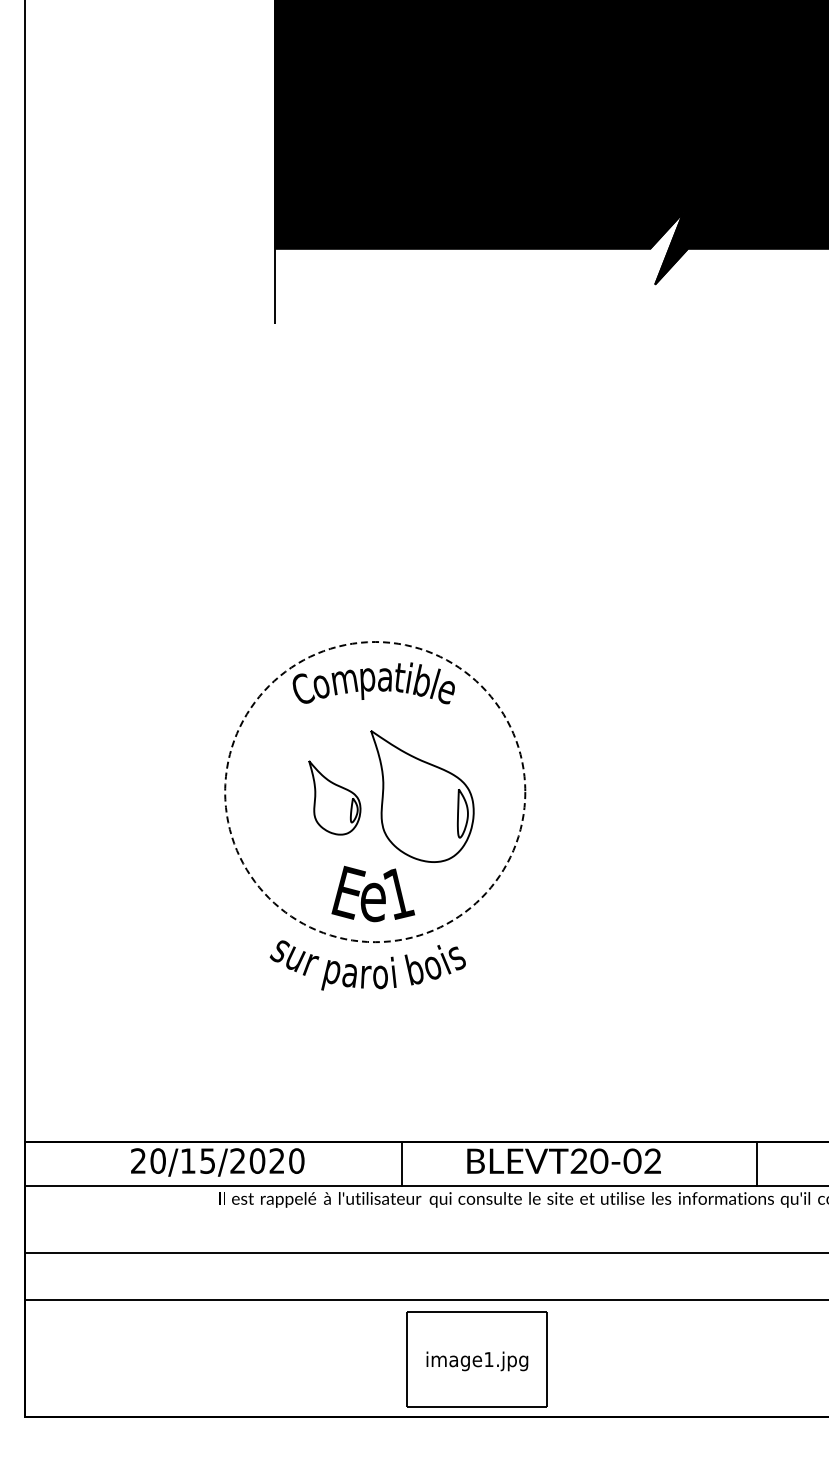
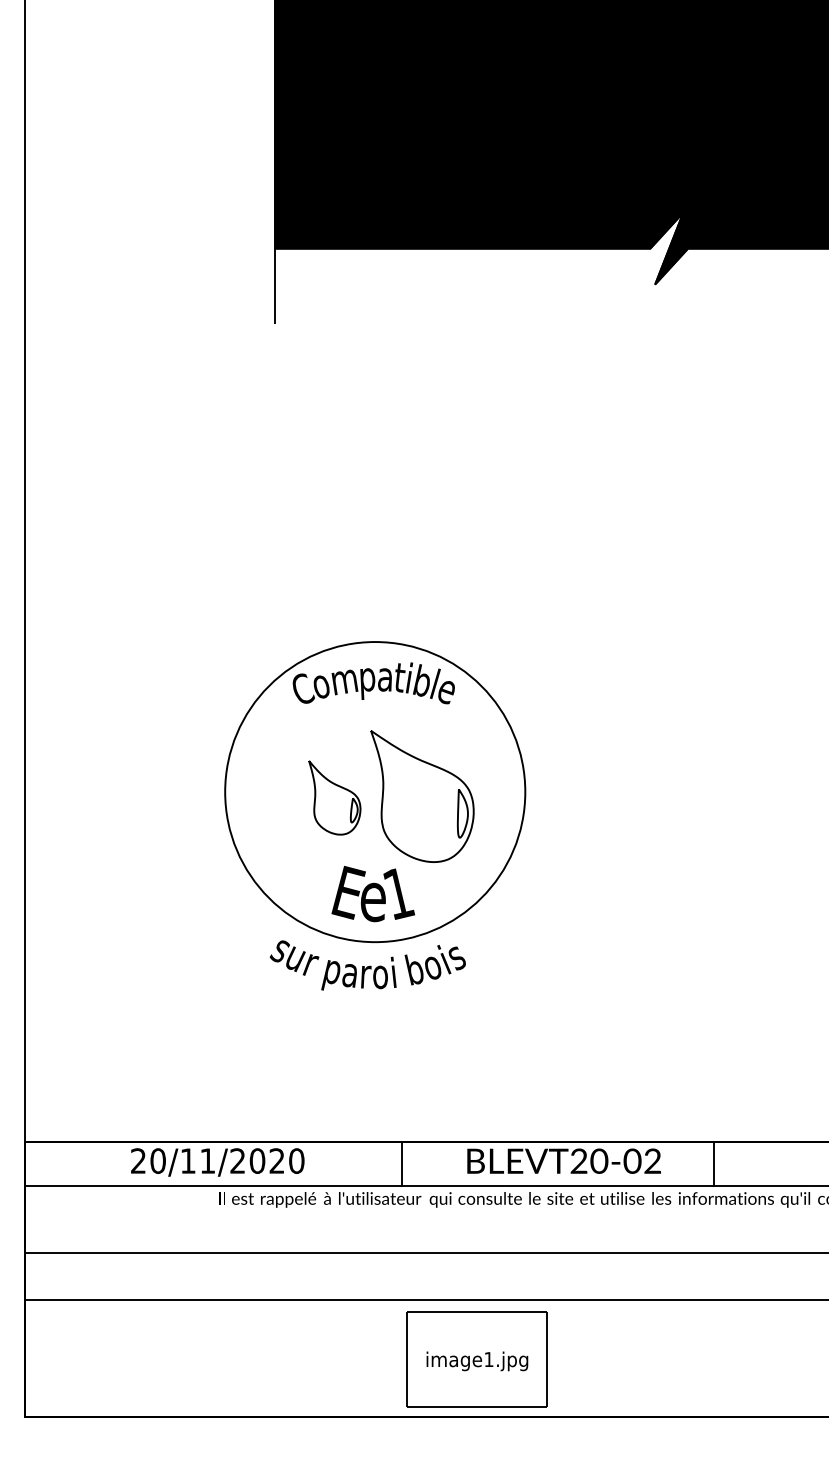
circle at (375, 792): dashed -> solid
text at (207, 1160): 20/15/2020 -> 20/11/2020
line at (757, 1164) position: (757, 1164) -> (714, 1164)
